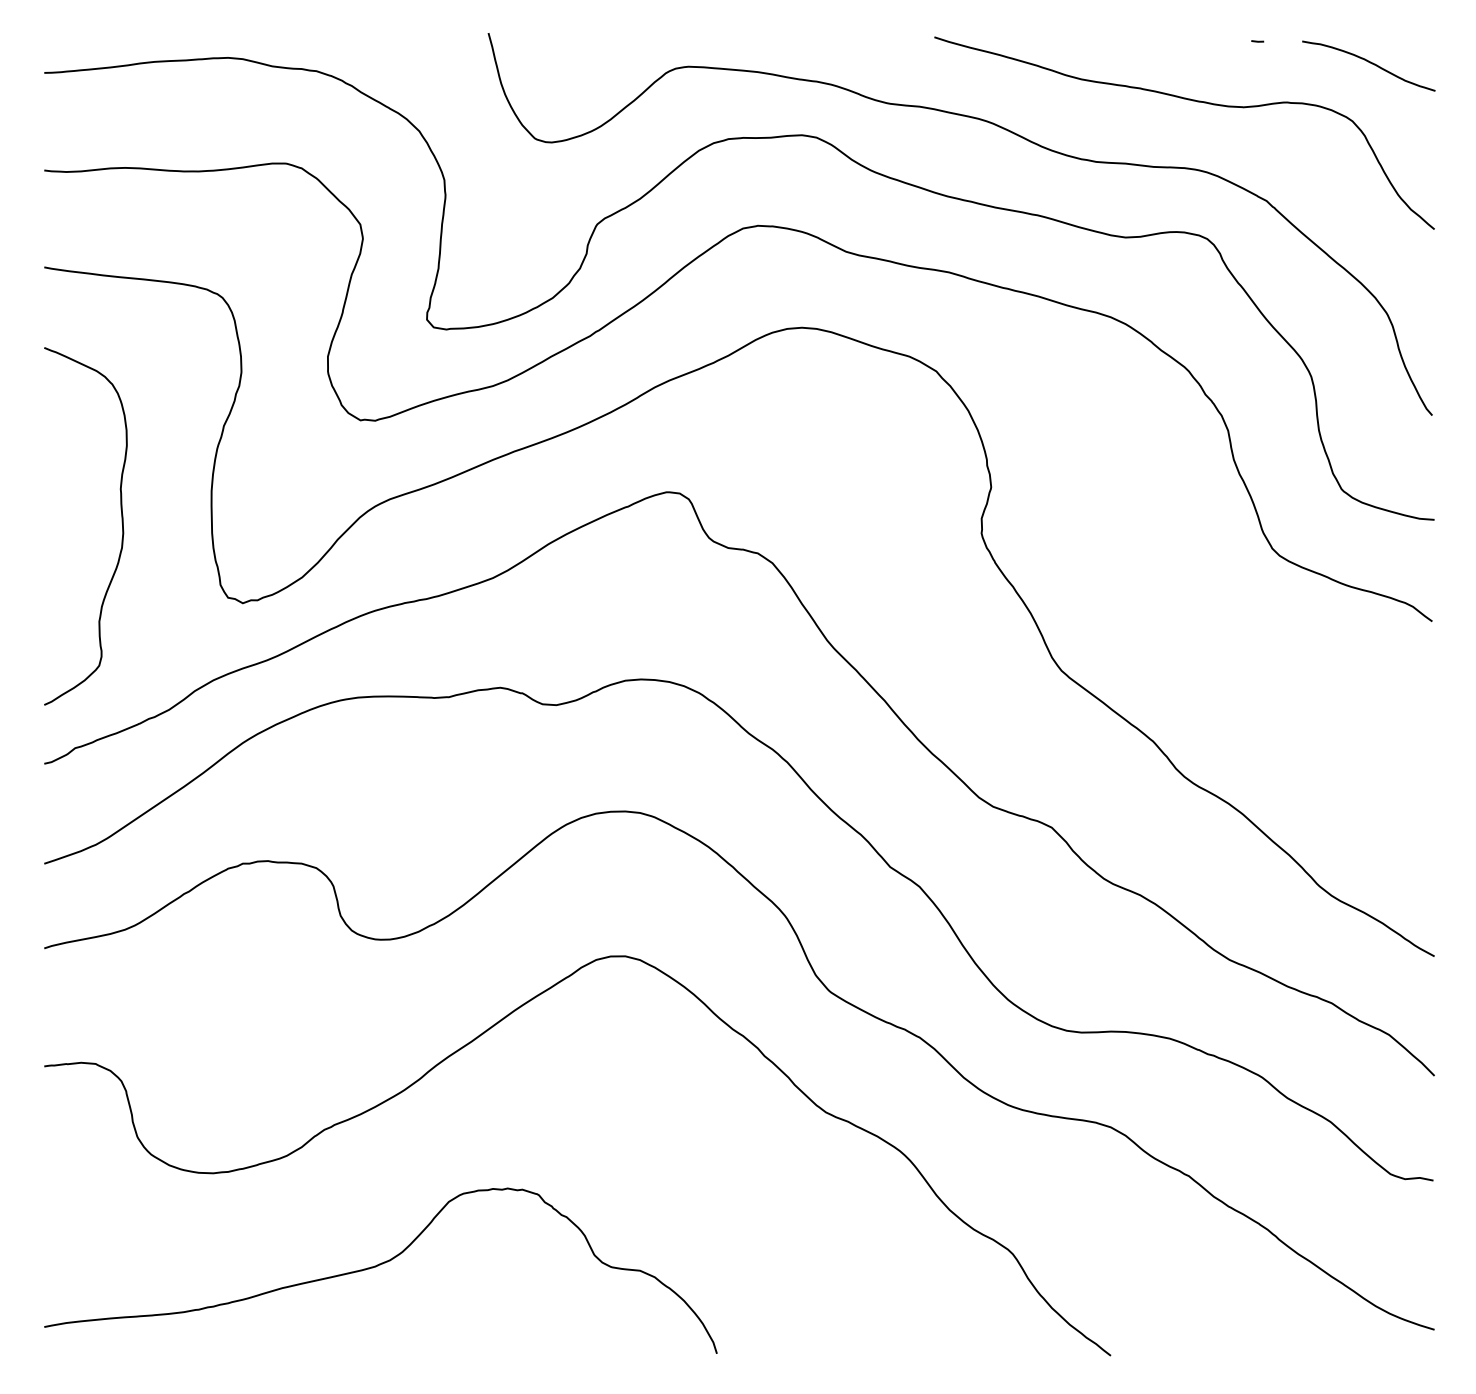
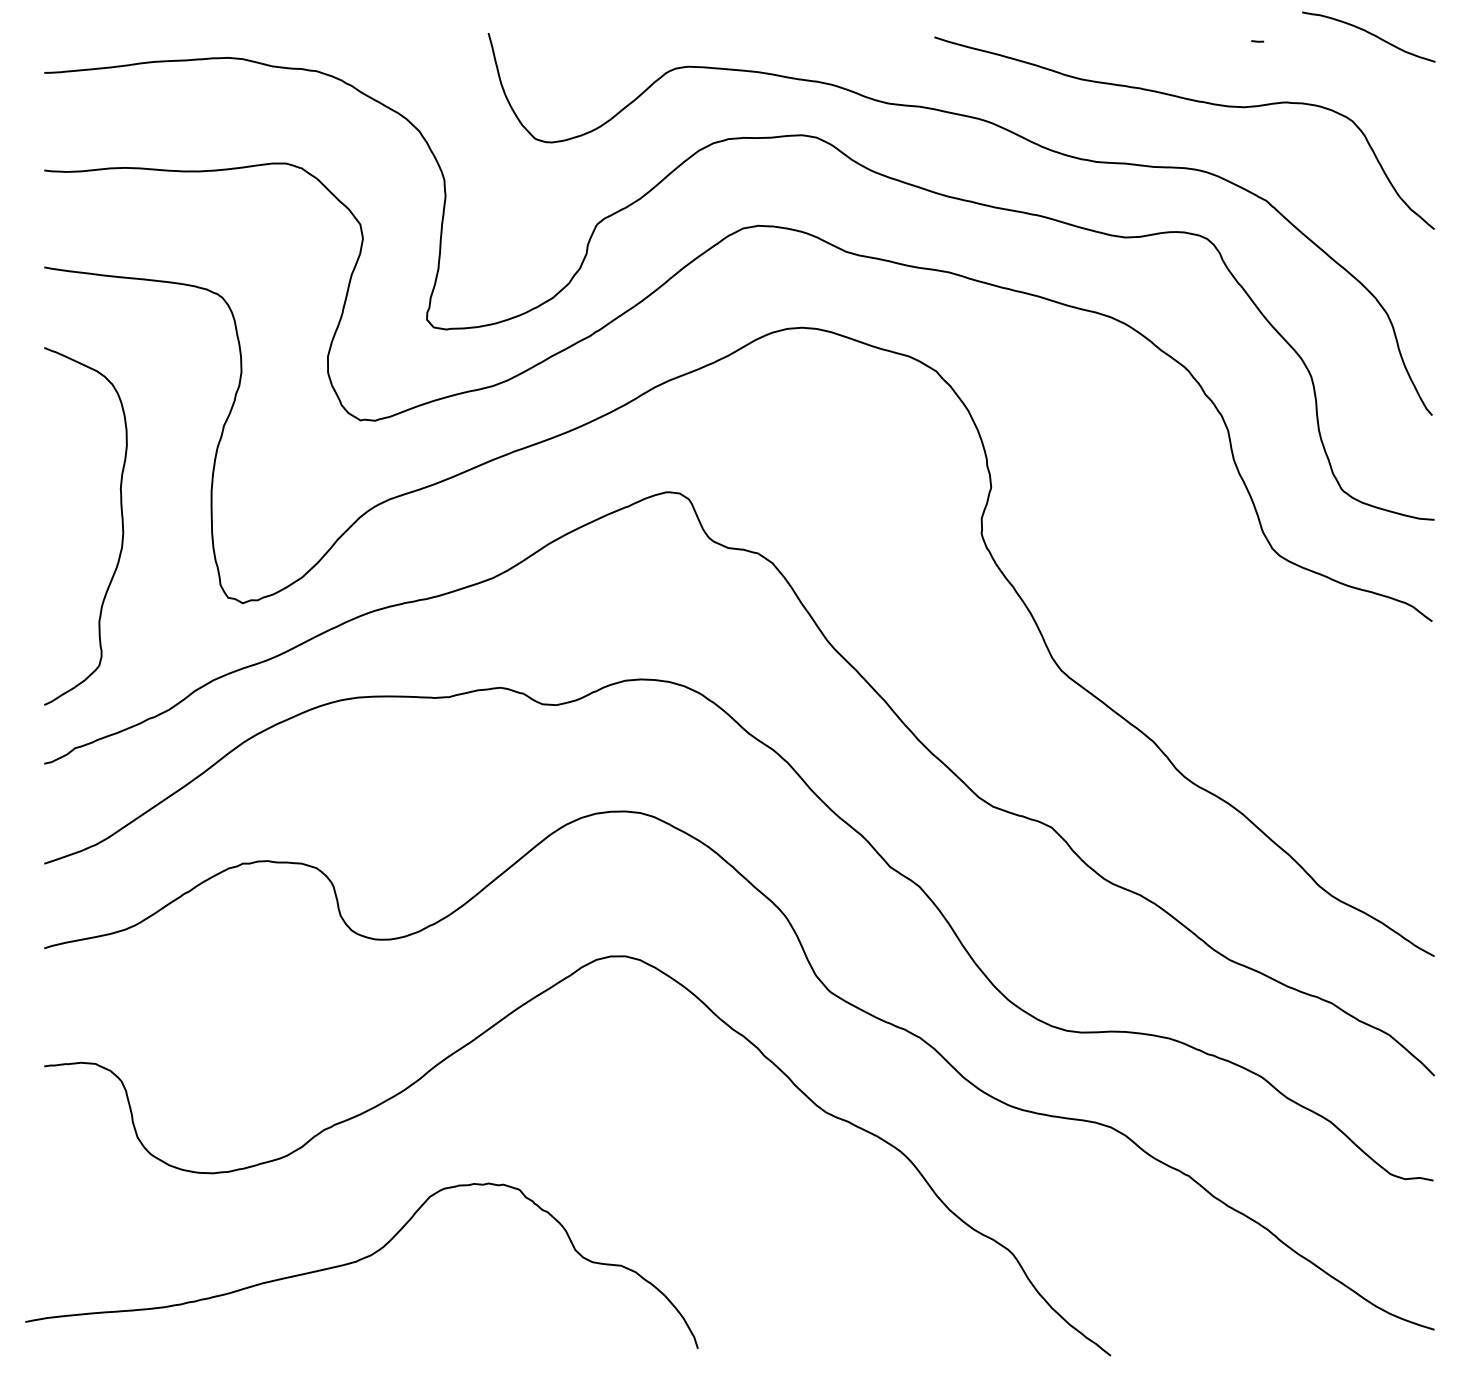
curve at (1369, 63) position: (1369, 63) -> (1369, 34)
curve at (378, 1266) position: (378, 1266) -> (359, 1261)
